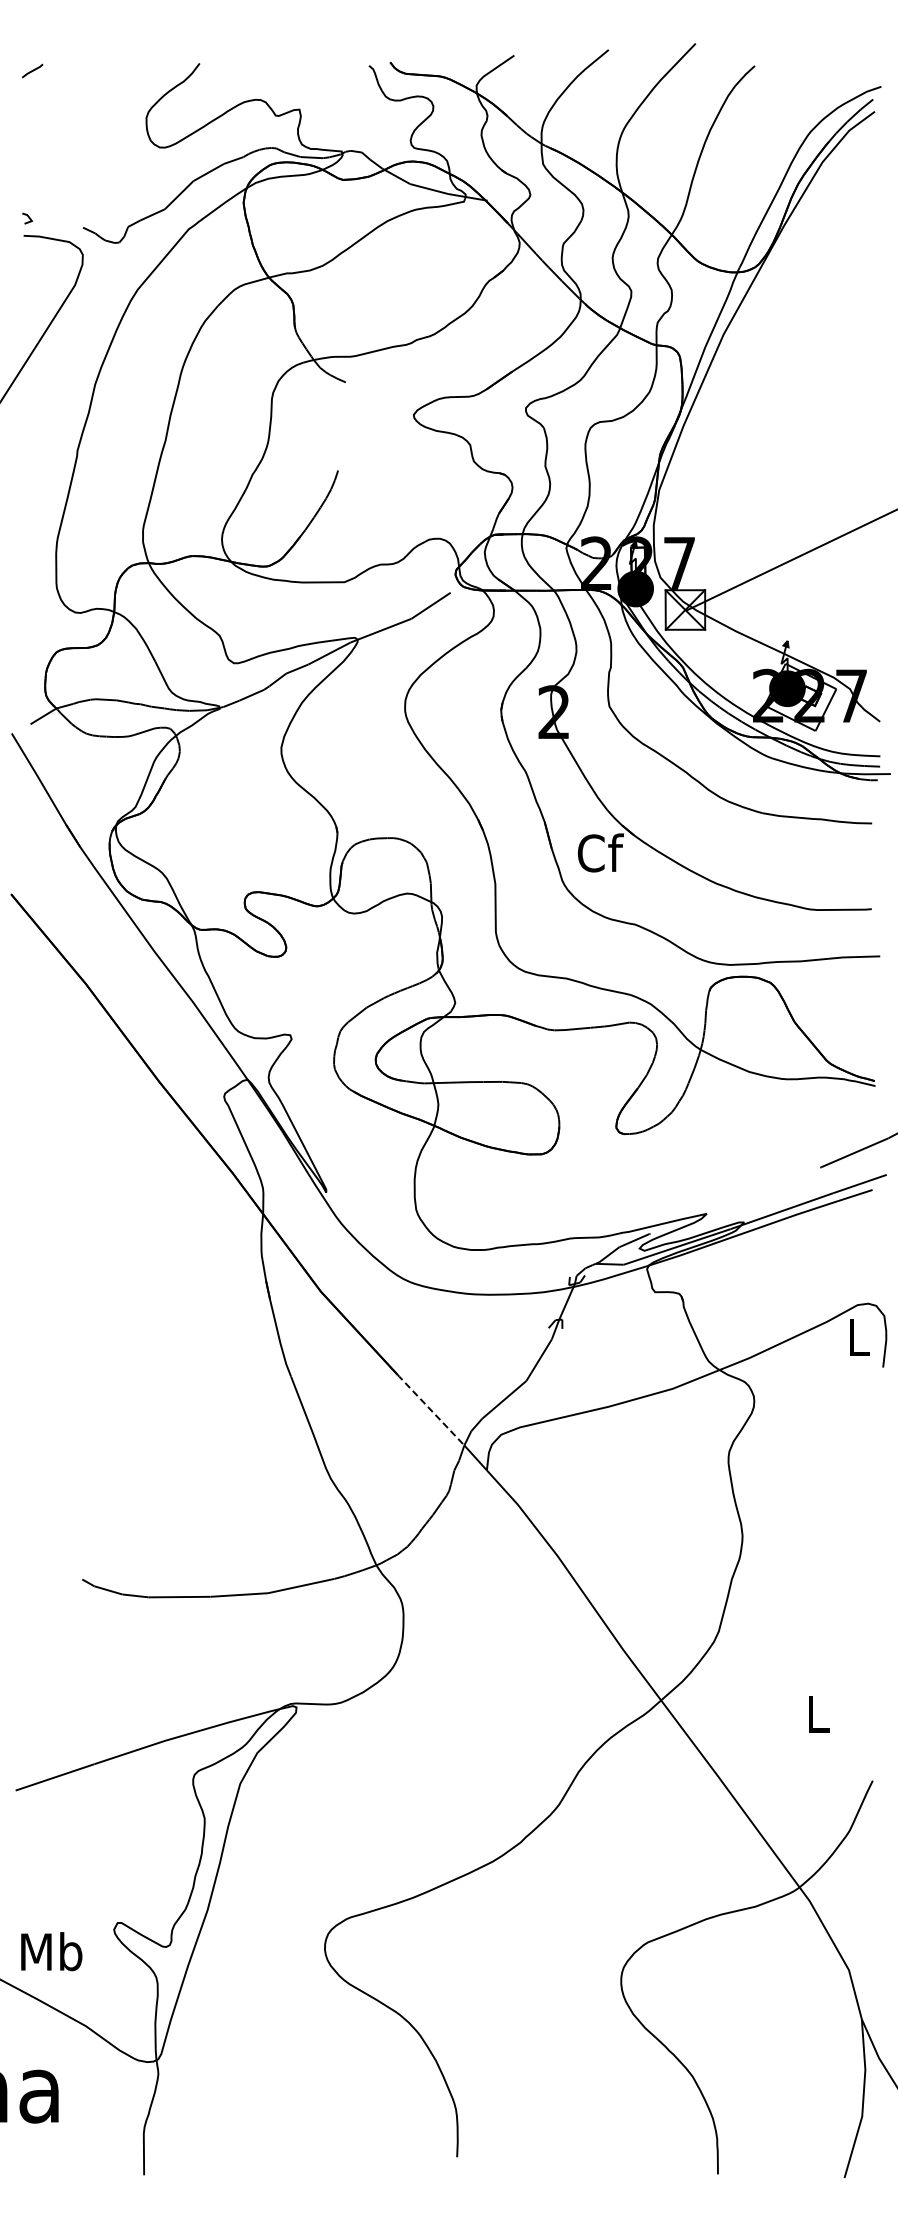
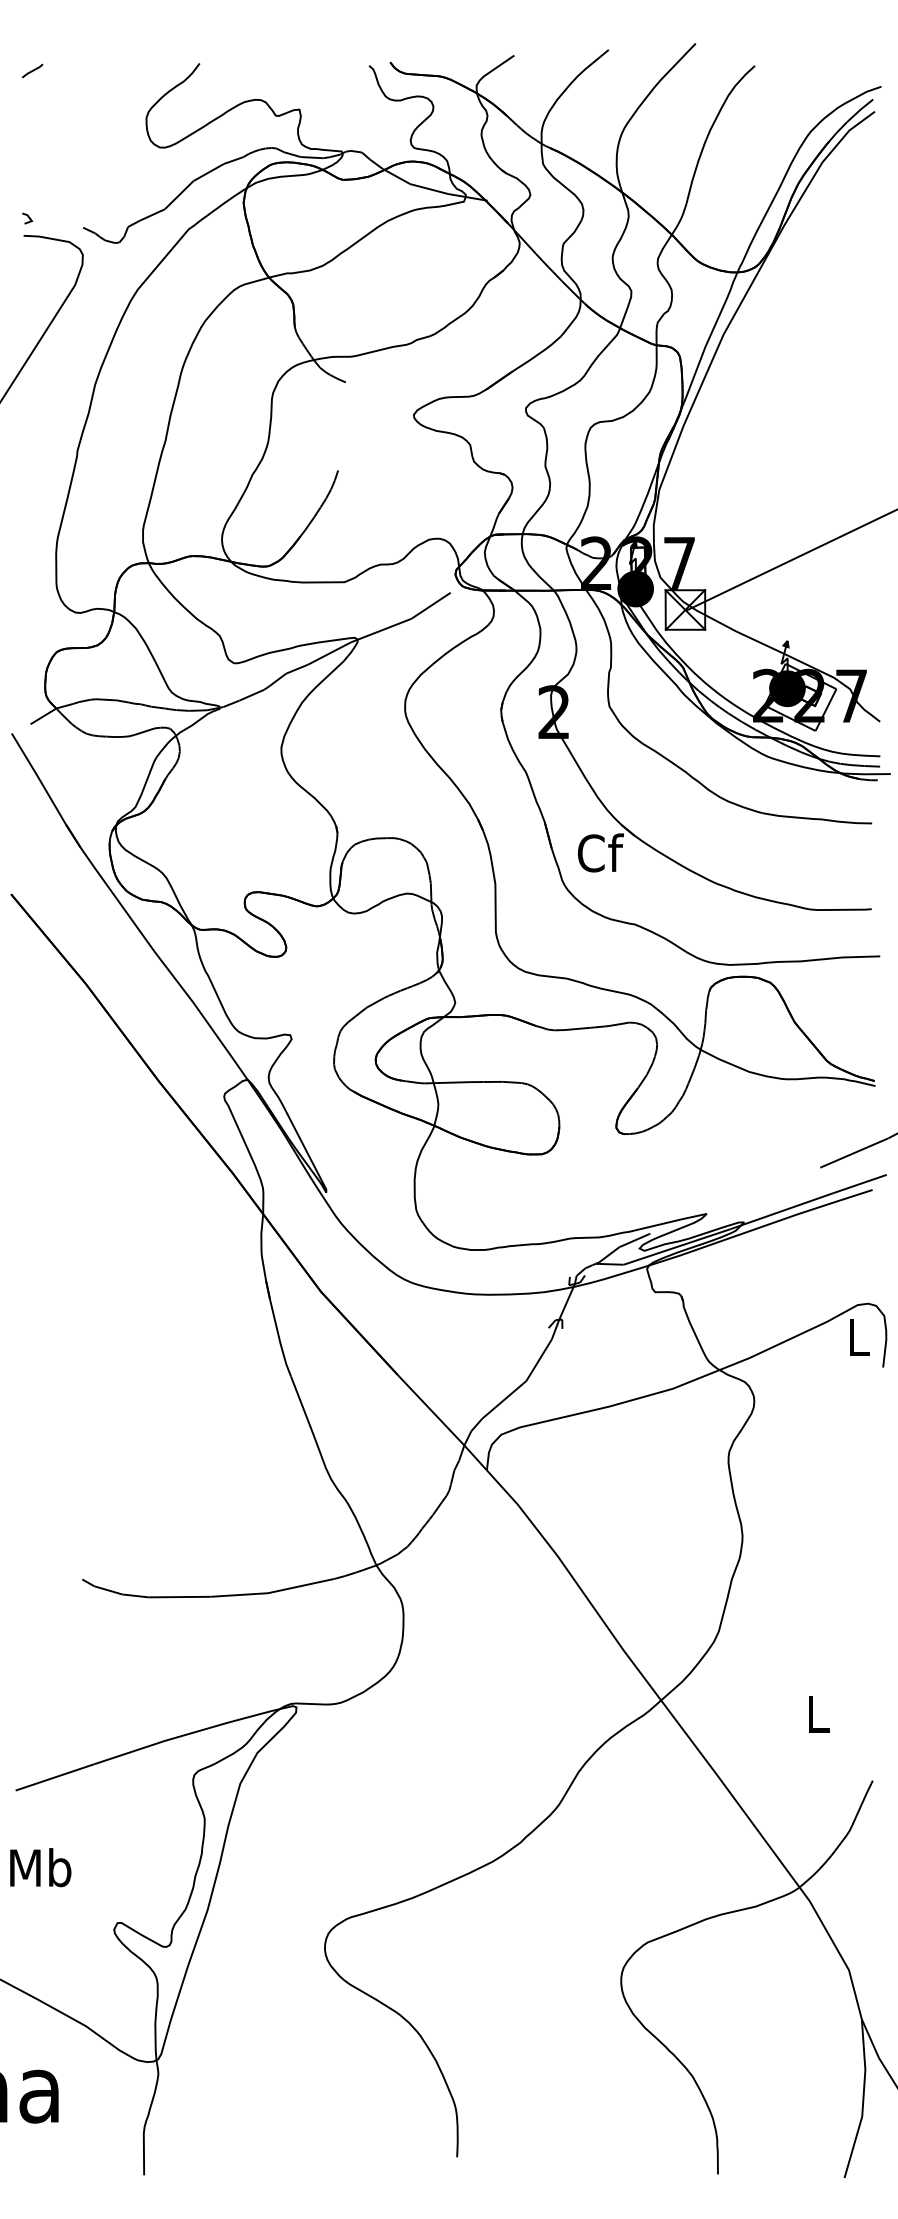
line at (430, 1410): dashed -> solid
text at (51, 1951) position: (51, 1951) -> (40, 1867)
